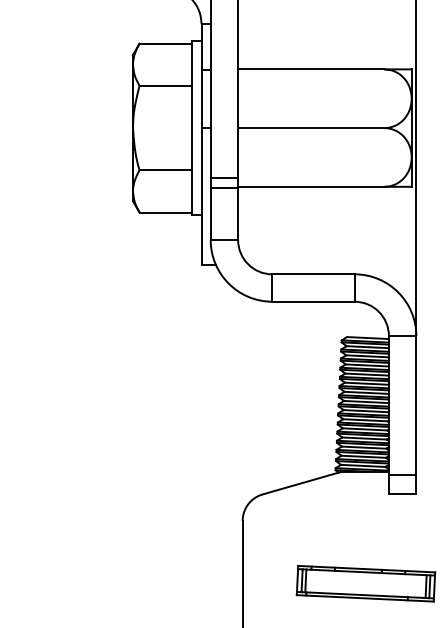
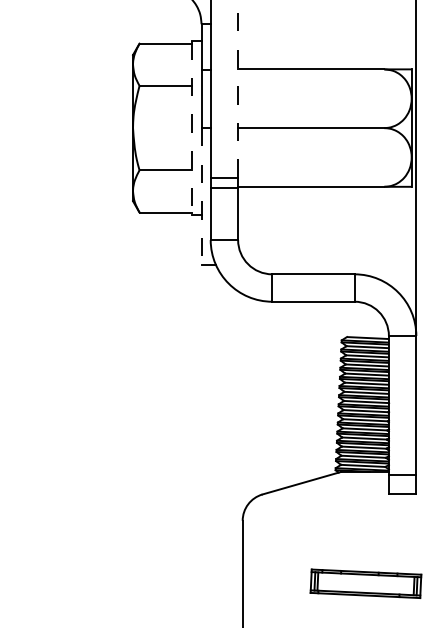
line at (238, 88): solid -> dashed
line at (192, 128): solid -> dashed
line at (201, 196): solid -> dashed
part at (365, 583) size: 142x38 px -> 114x31 px
